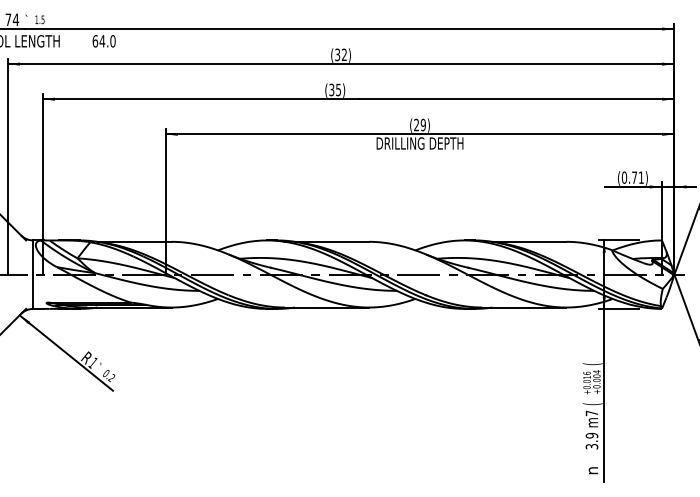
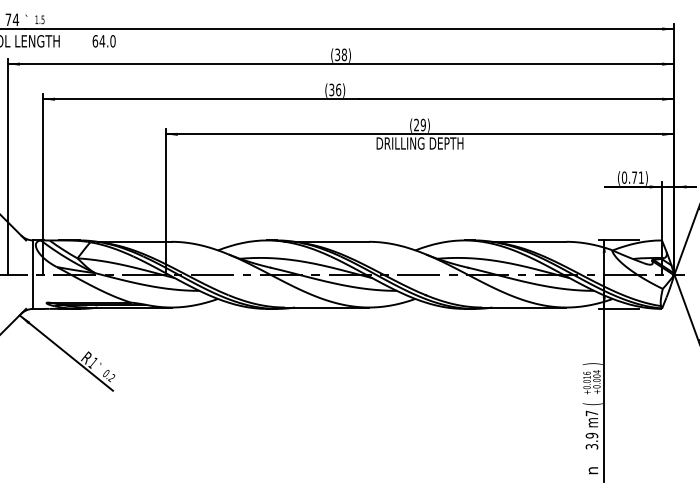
text at (343, 54): (32) -> (38)
text at (338, 89): (35) -> (36)
text at (592, 364): ( -> )
